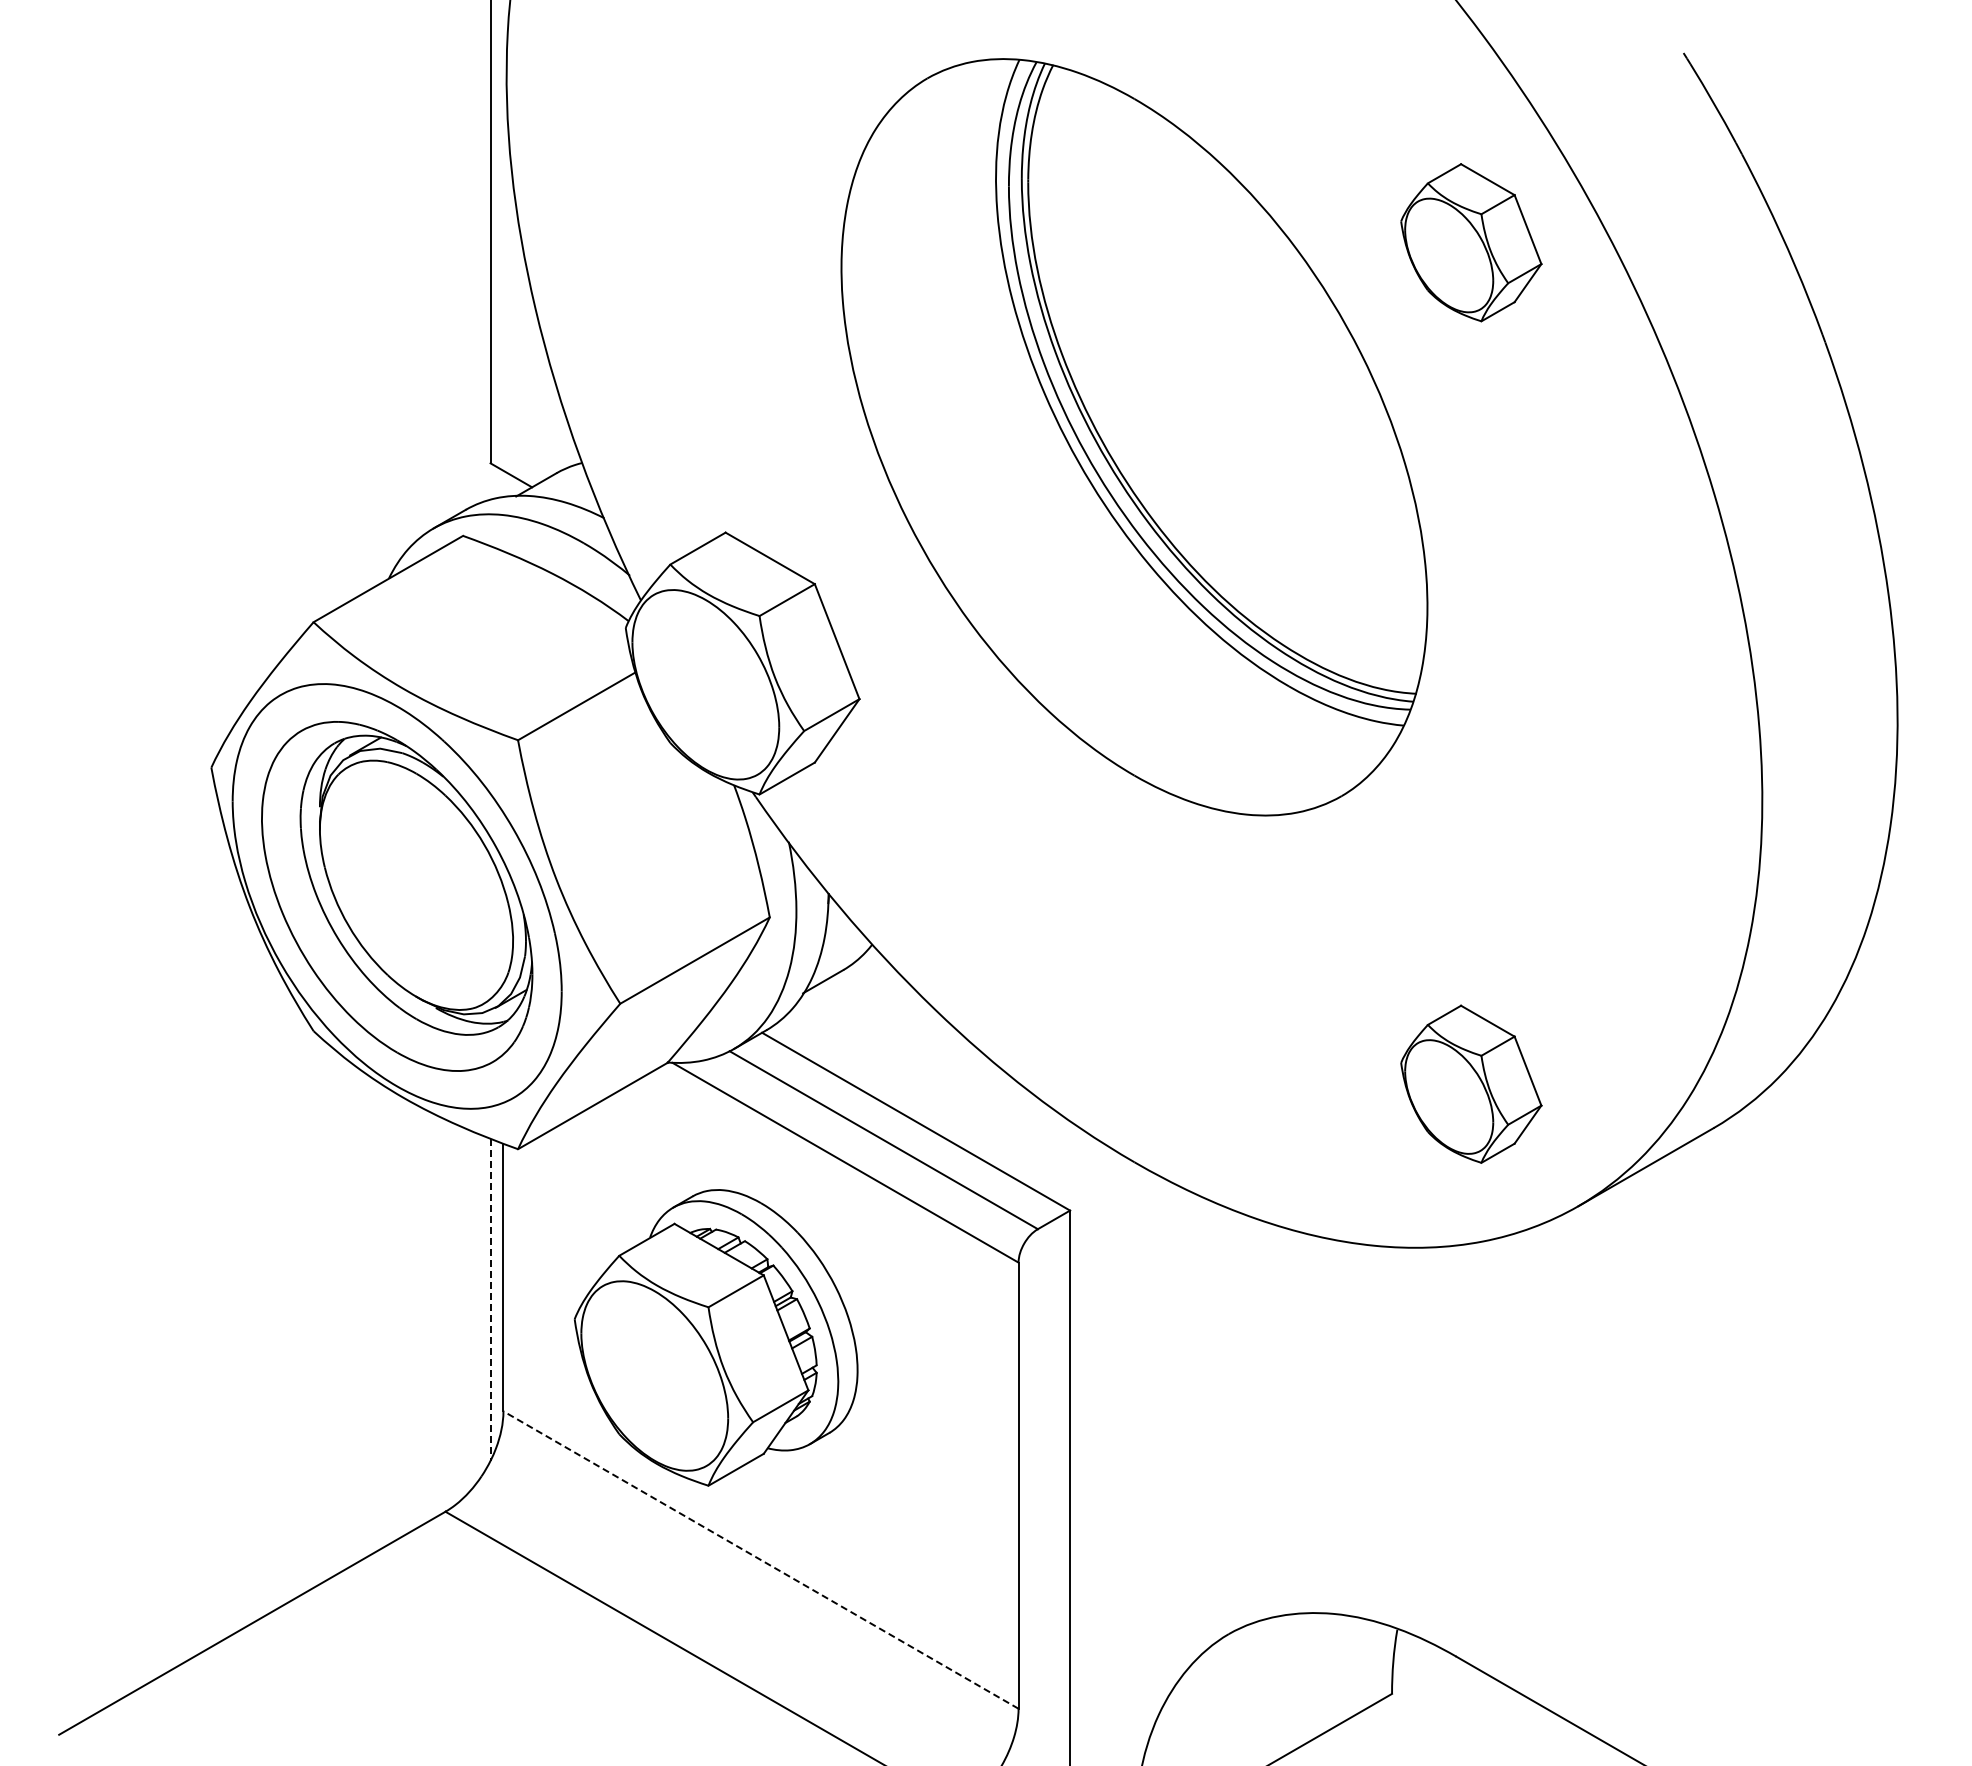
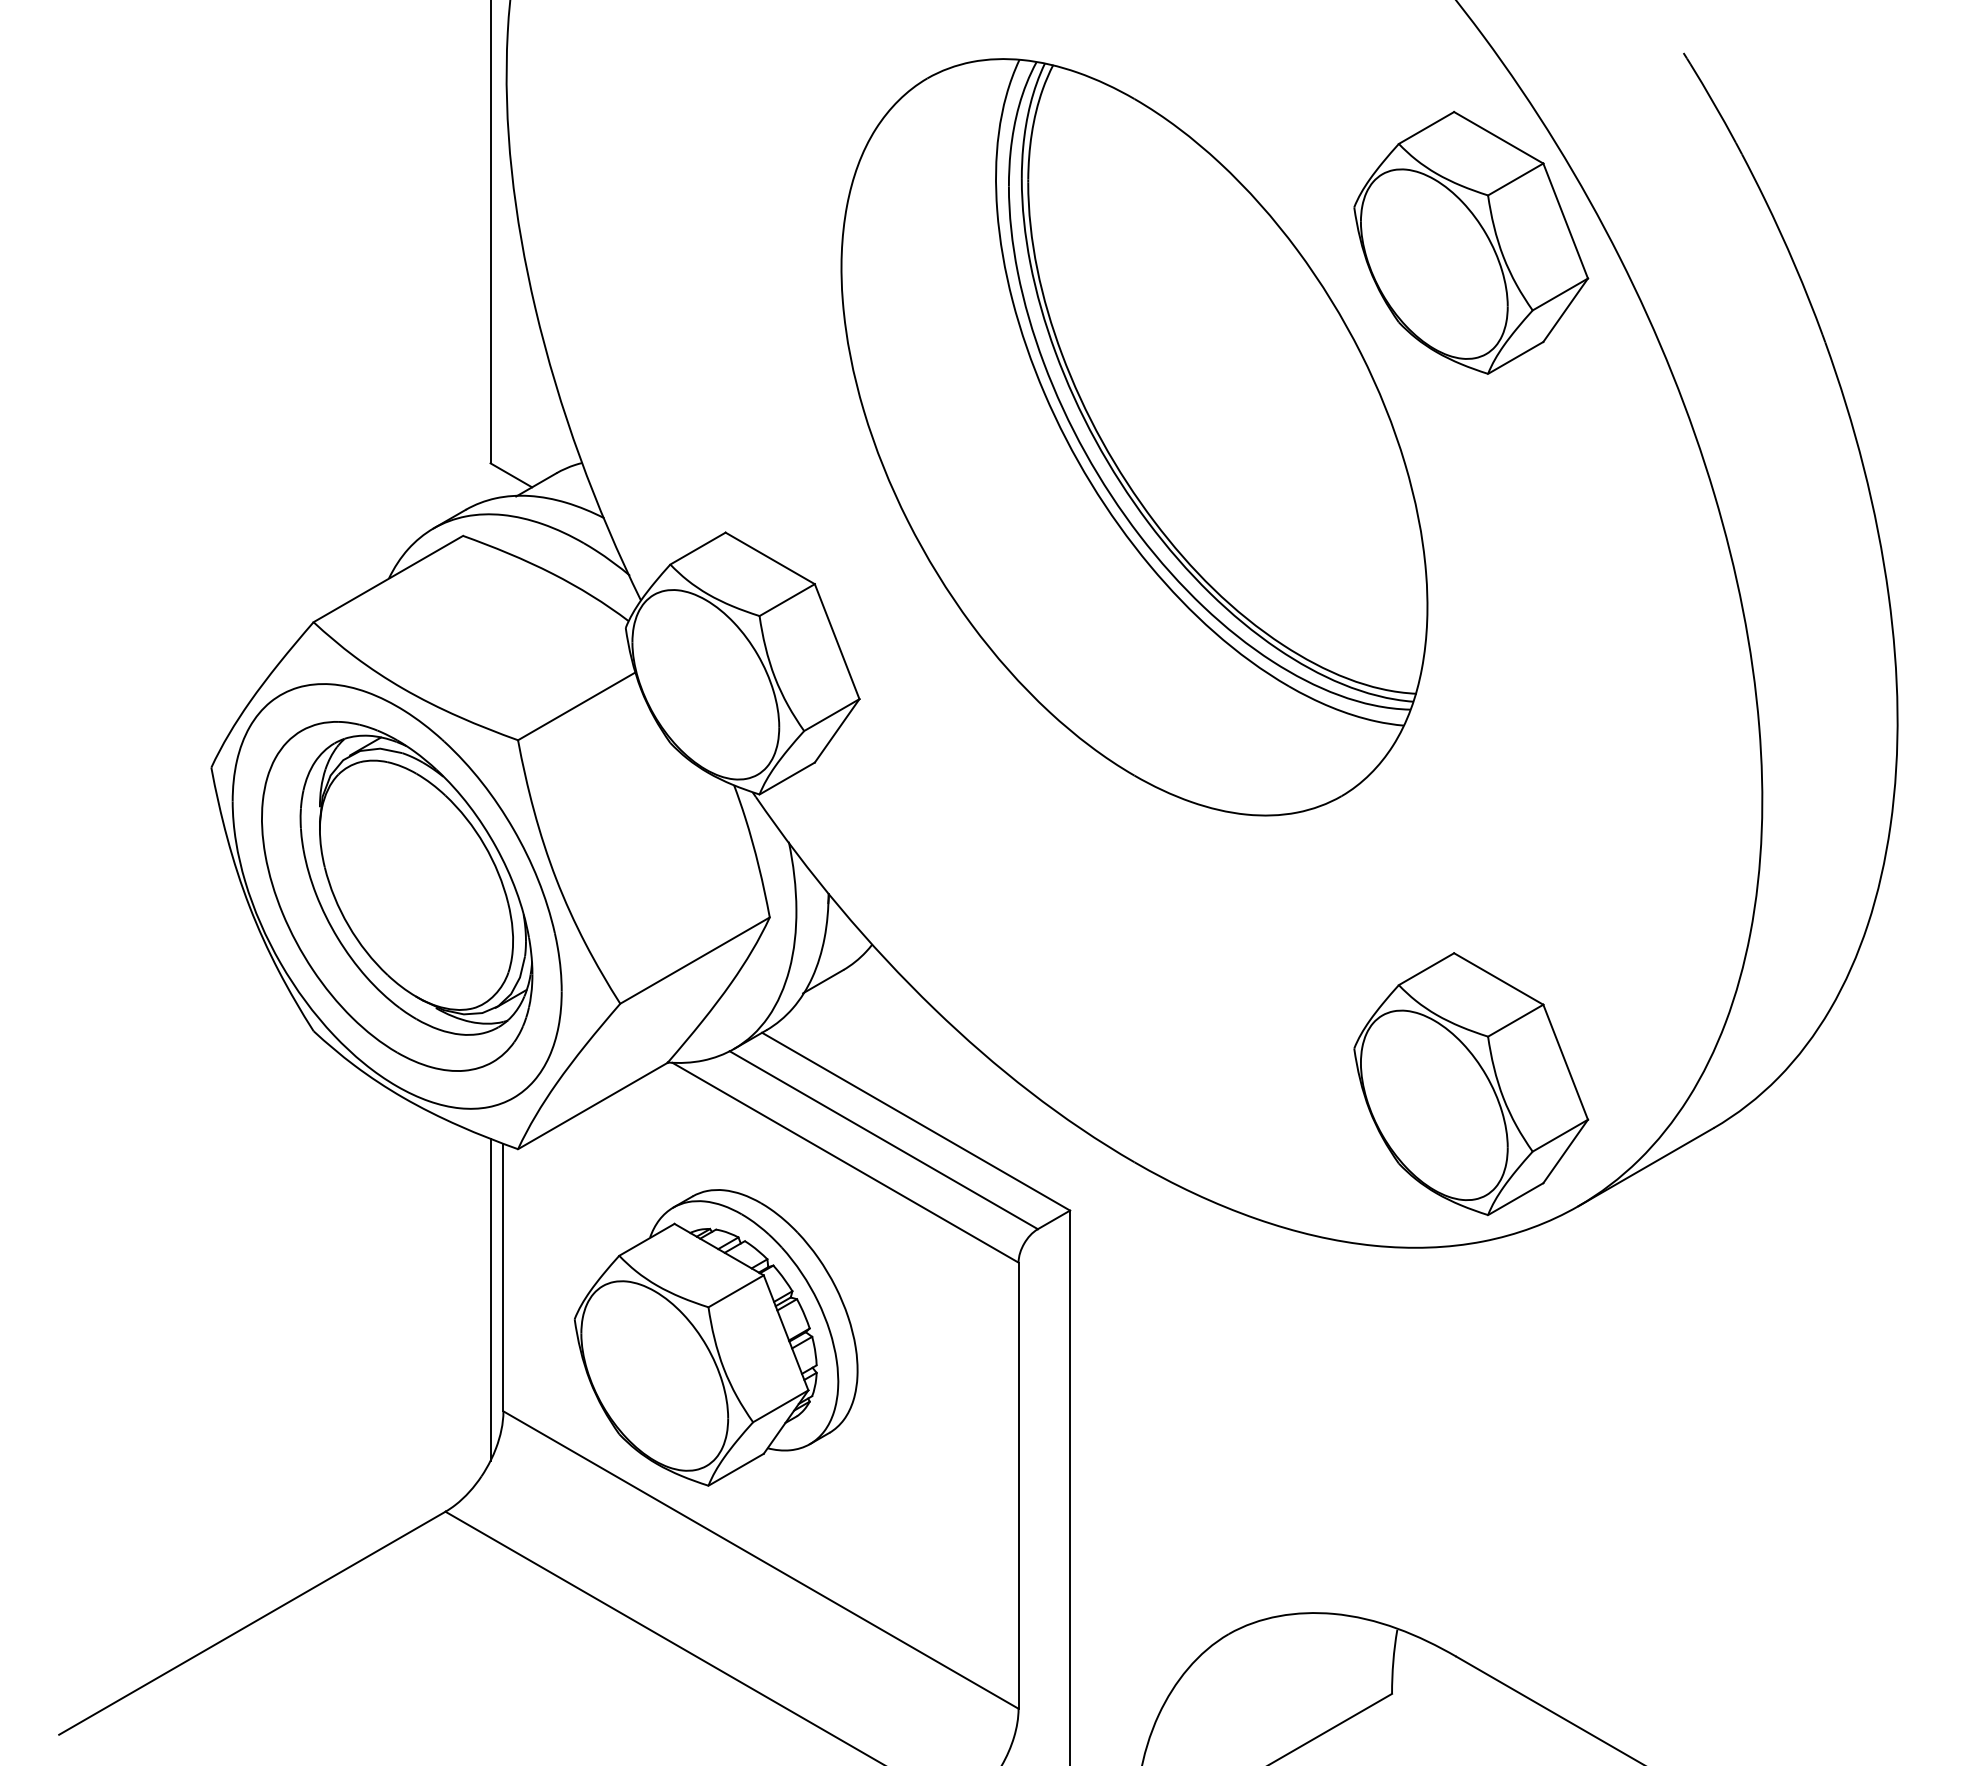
part at (1471, 242) size: 143x160 px -> 237x265 px
part at (1471, 1083) size: 143x160 px -> 237x265 px
line at (490, 1299): dashed -> solid
line at (760, 1559): dashed -> solid
